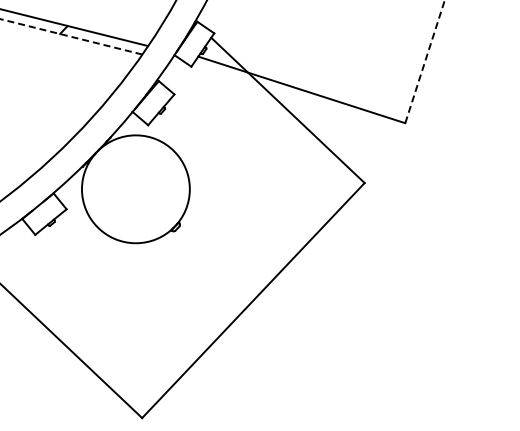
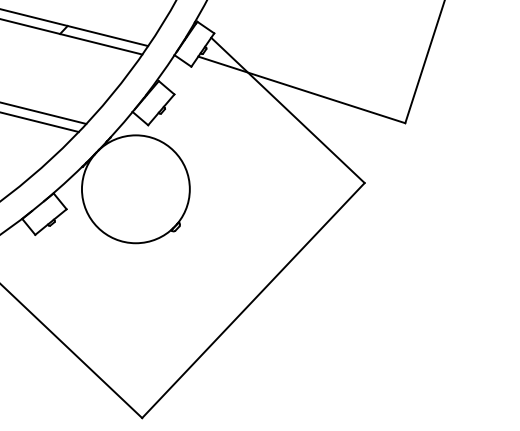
line at (71, 36): dashed -> solid
line at (425, 61): dashed -> solid
line at (44, 113): none -> present
line at (40, 122): none -> present
